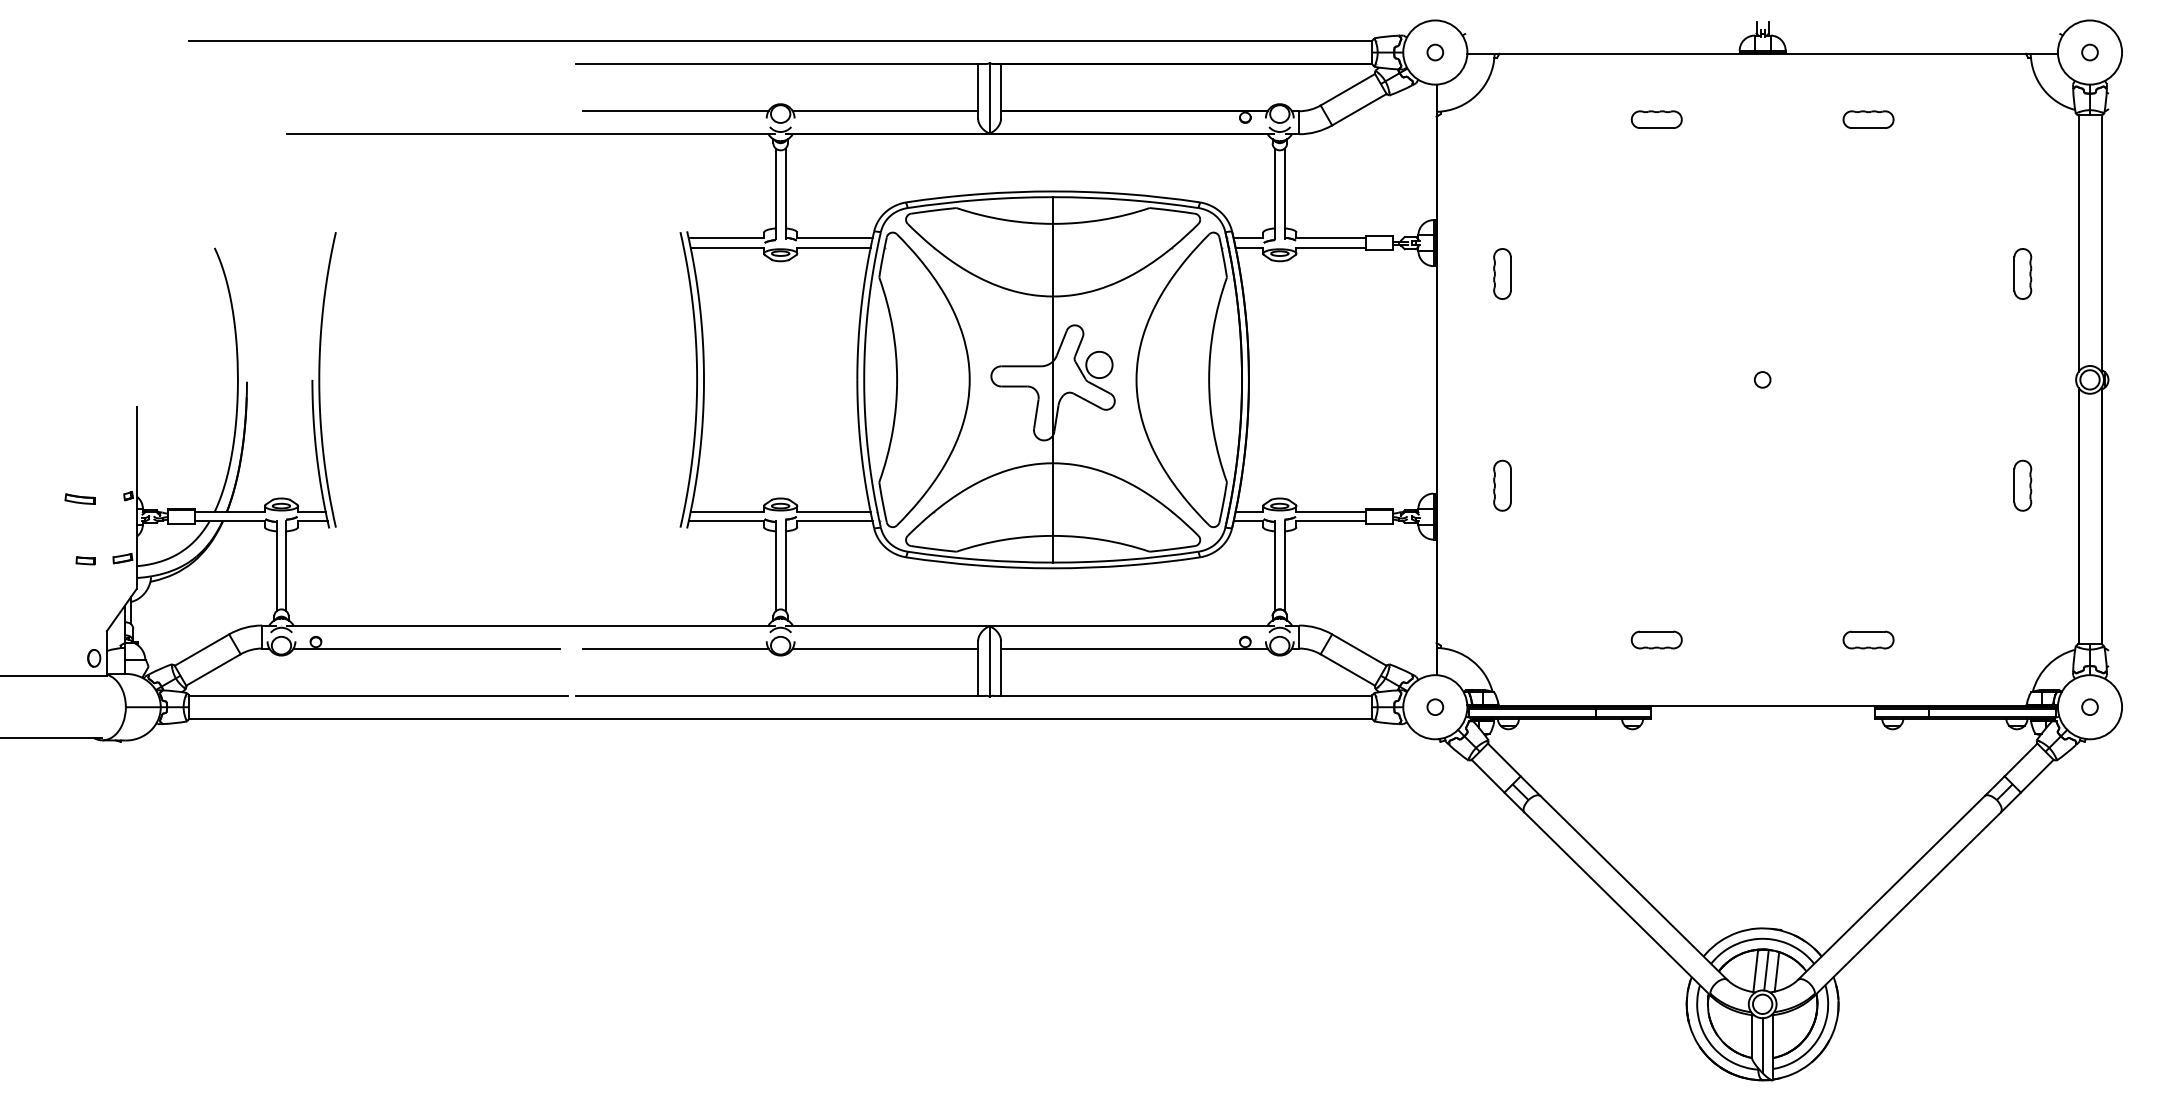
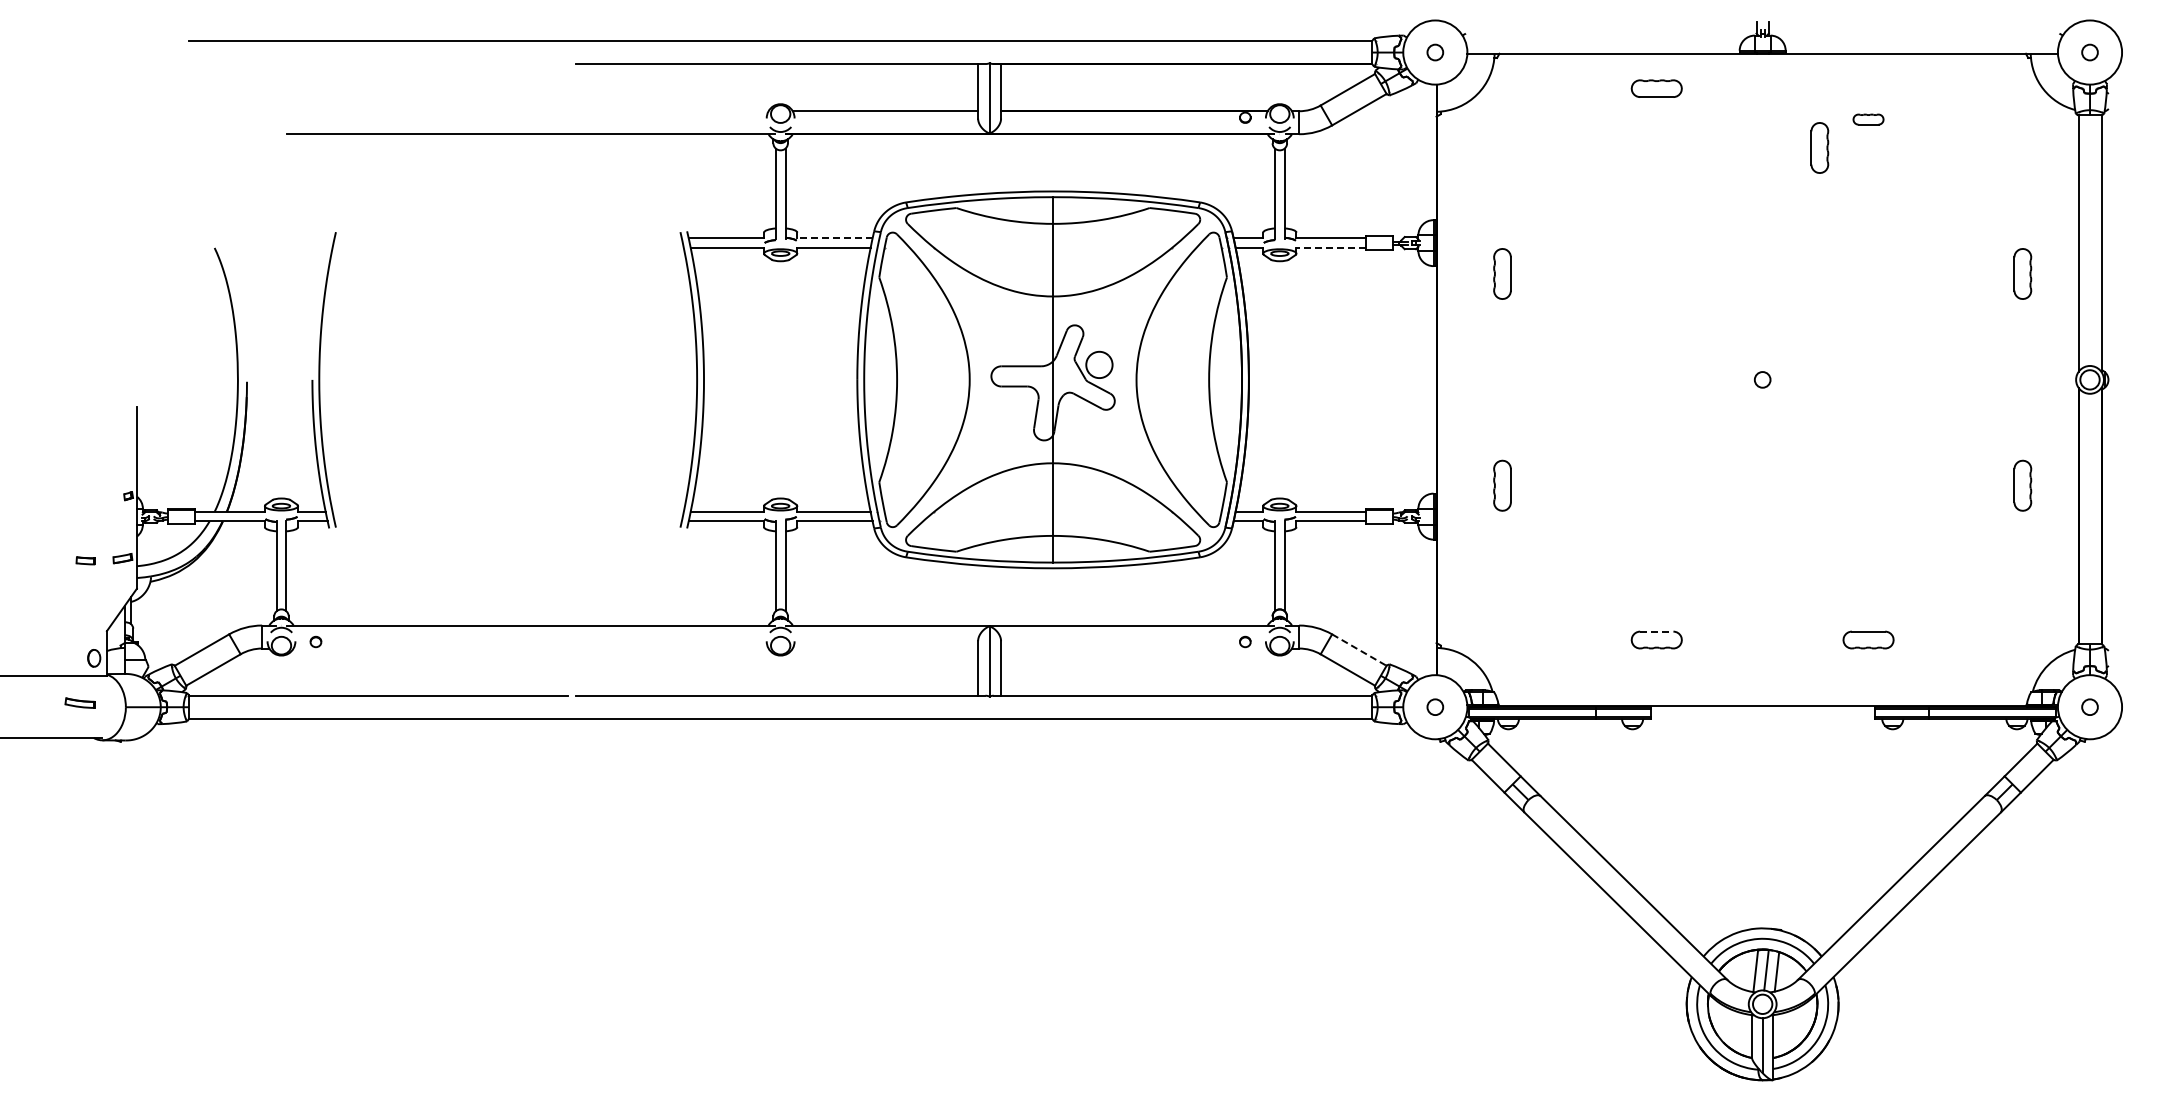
line at (675, 111): present -> none
part at (1656, 119) position: (1656, 119) -> (1656, 88)
part at (1868, 119) size: 53x19 px -> 33x13 px
part at (1819, 147): none -> present
line at (834, 238): solid -> dashed
line at (1331, 247): solid -> dashed
part at (79, 498) position: (79, 498) -> (79, 702)
line at (1656, 631): solid -> dashed
line at (426, 648): present -> none
line at (675, 648): present -> none
line at (885, 648): present -> none
line at (1134, 648): present -> none
line at (1359, 650): solid -> dashed
